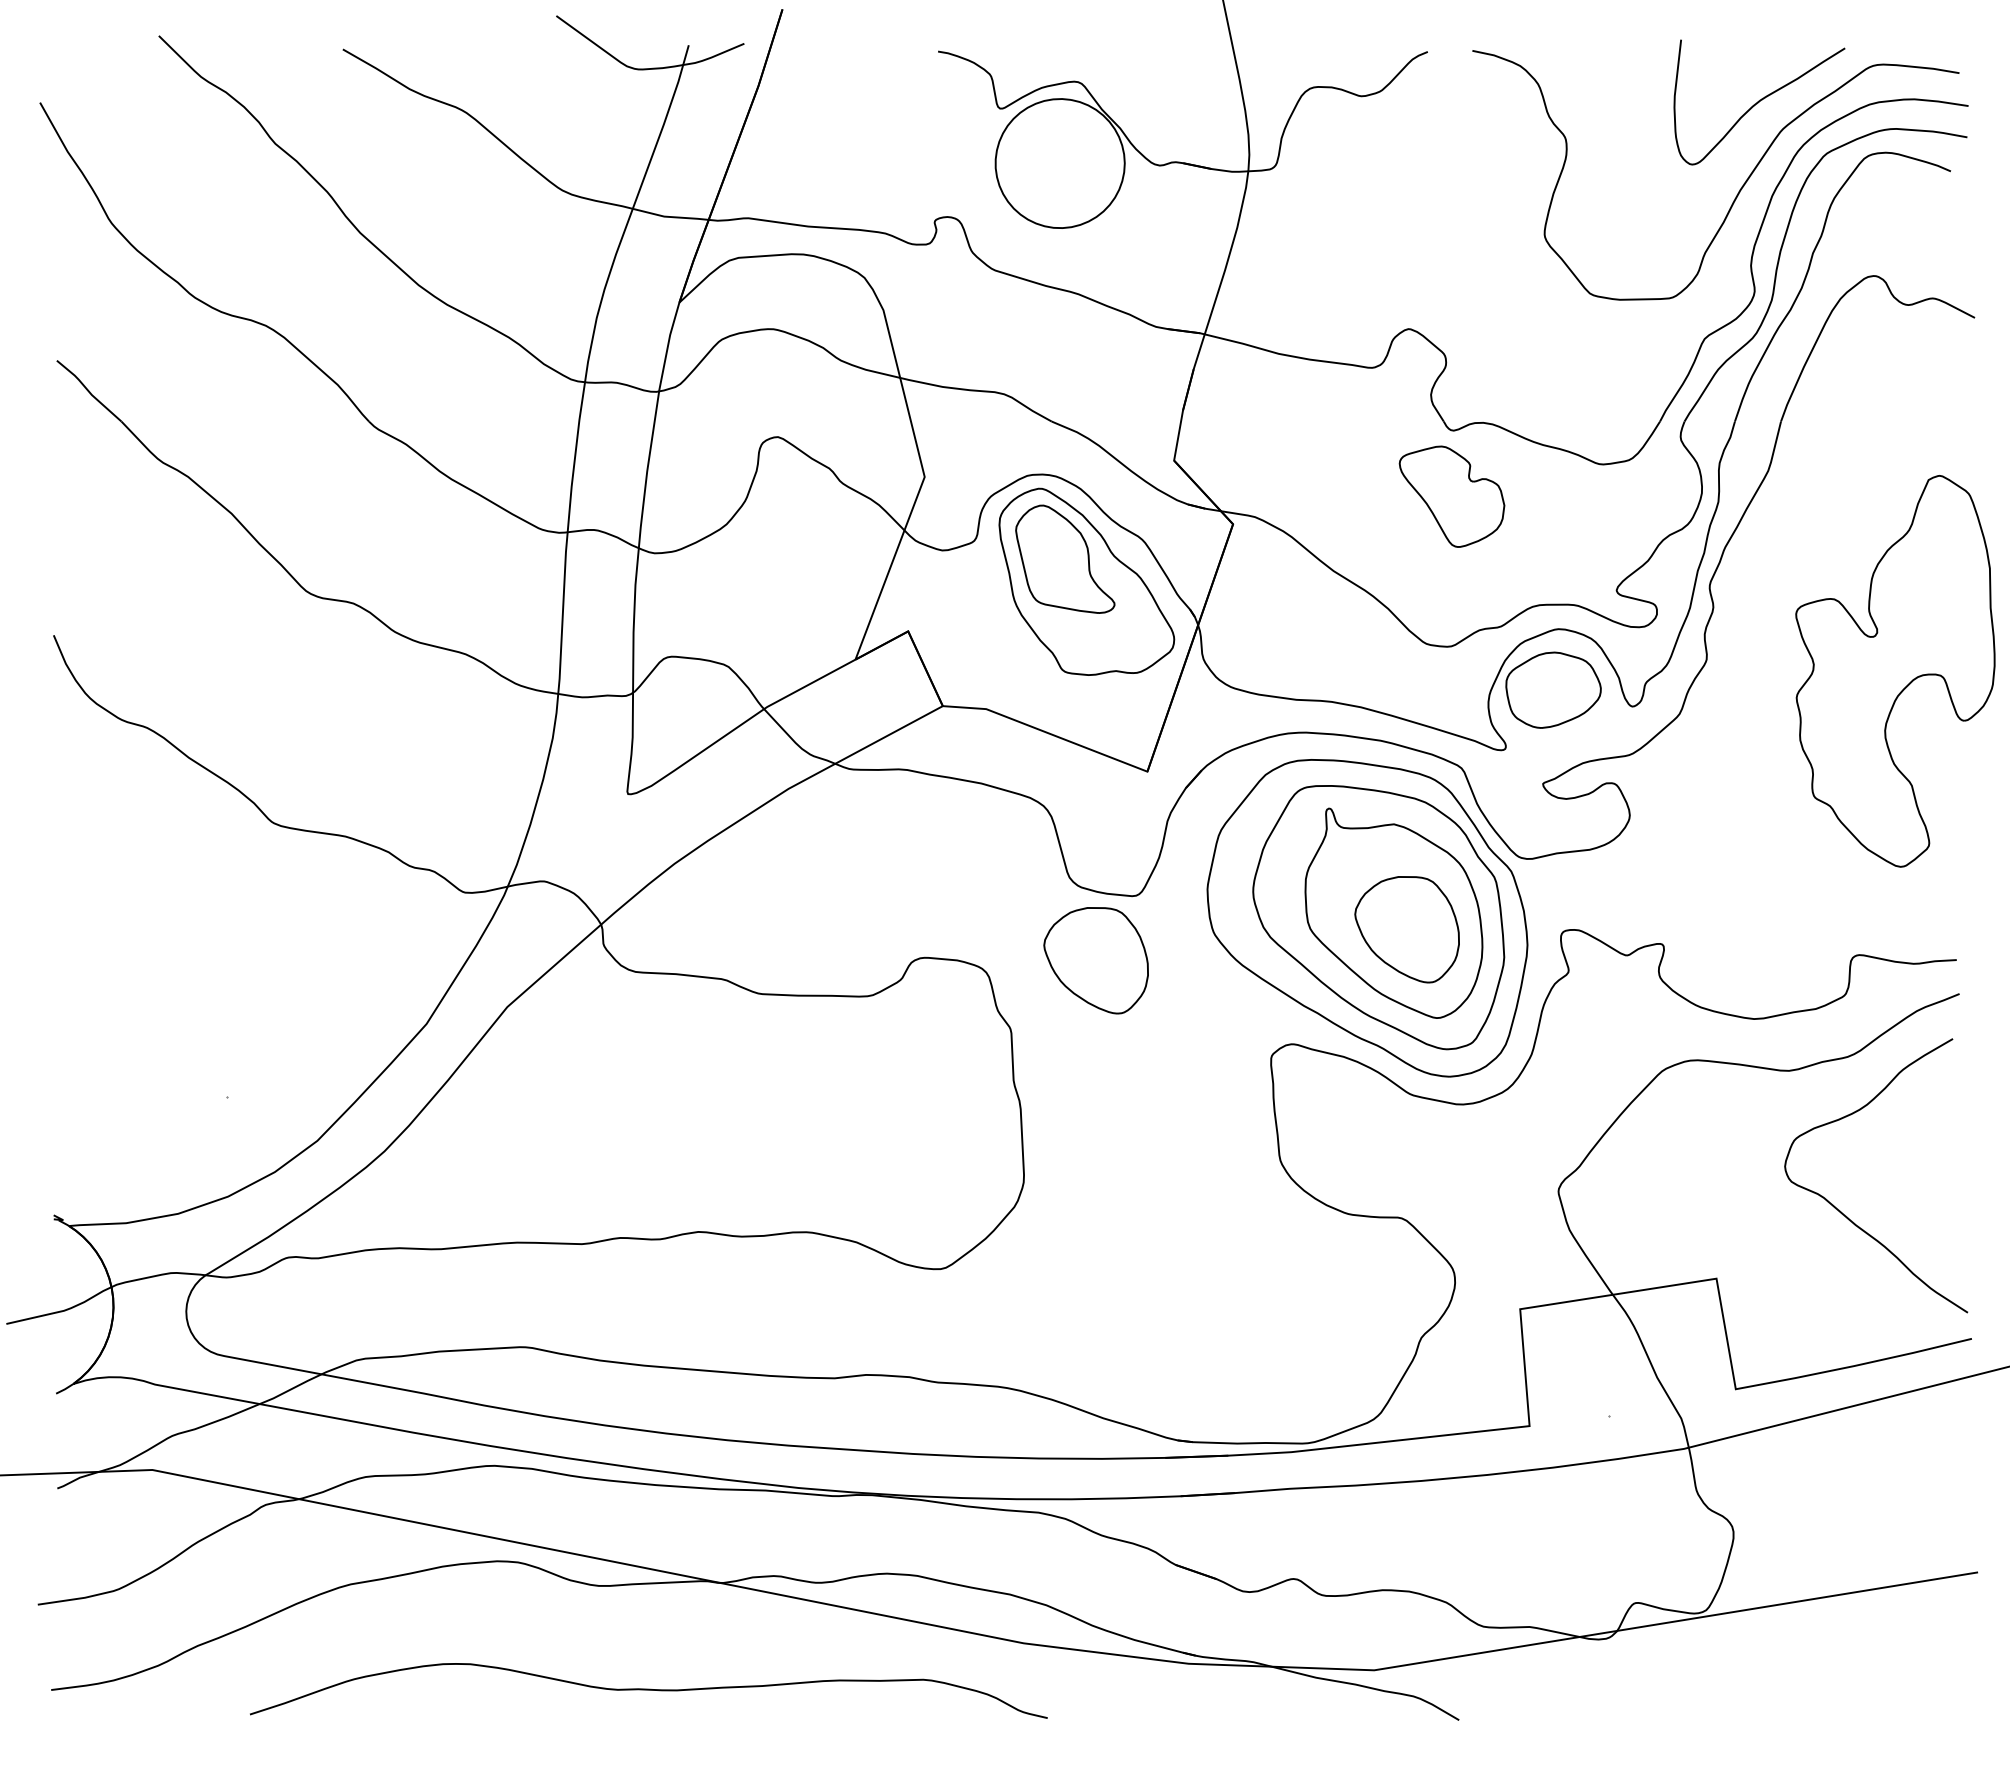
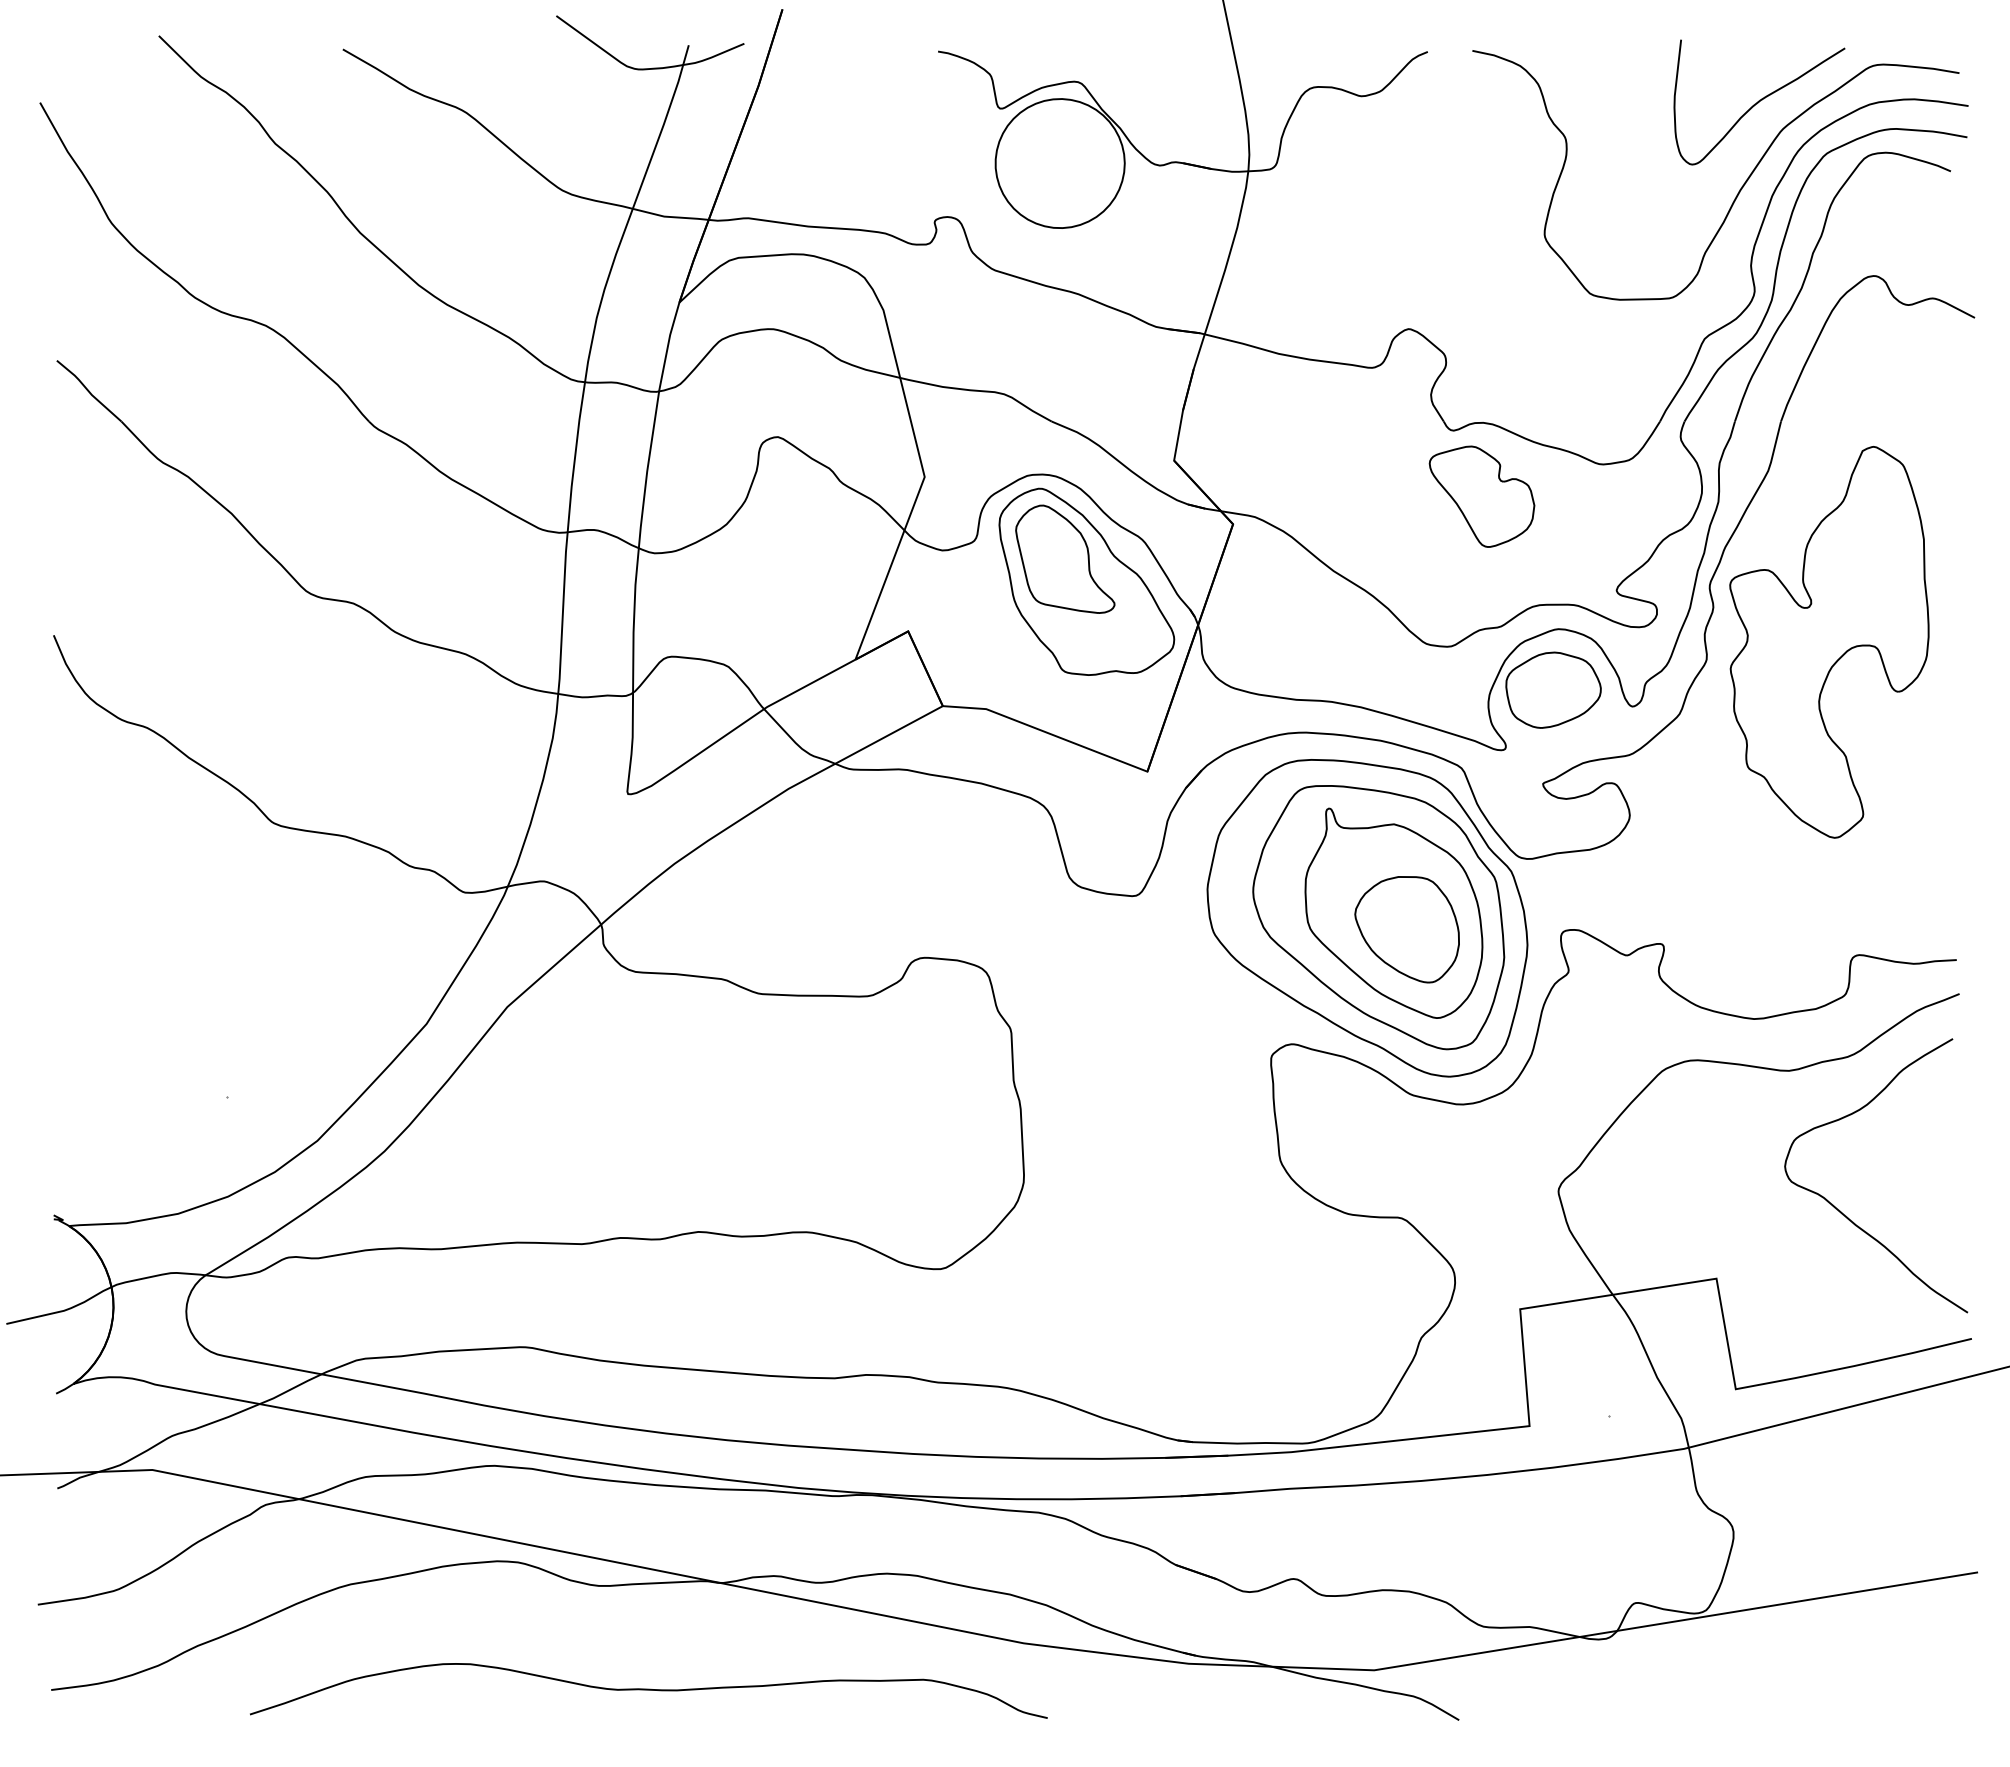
part at (1451, 496) position: (1451, 496) -> (1481, 496)
part at (1895, 671) position: (1895, 671) -> (1829, 642)
part at (1095, 960): present -> none
